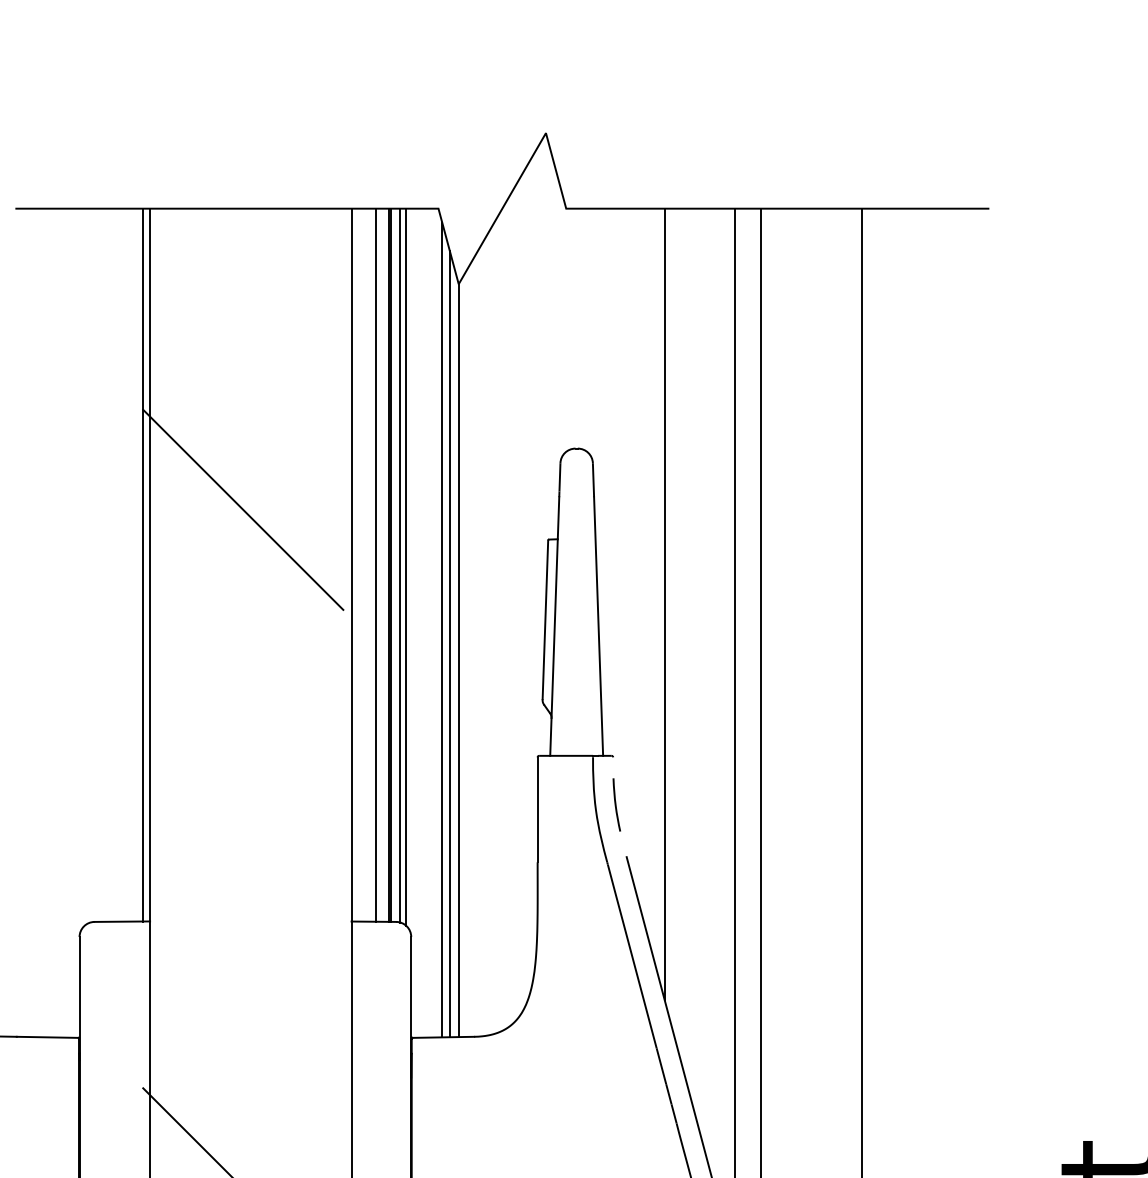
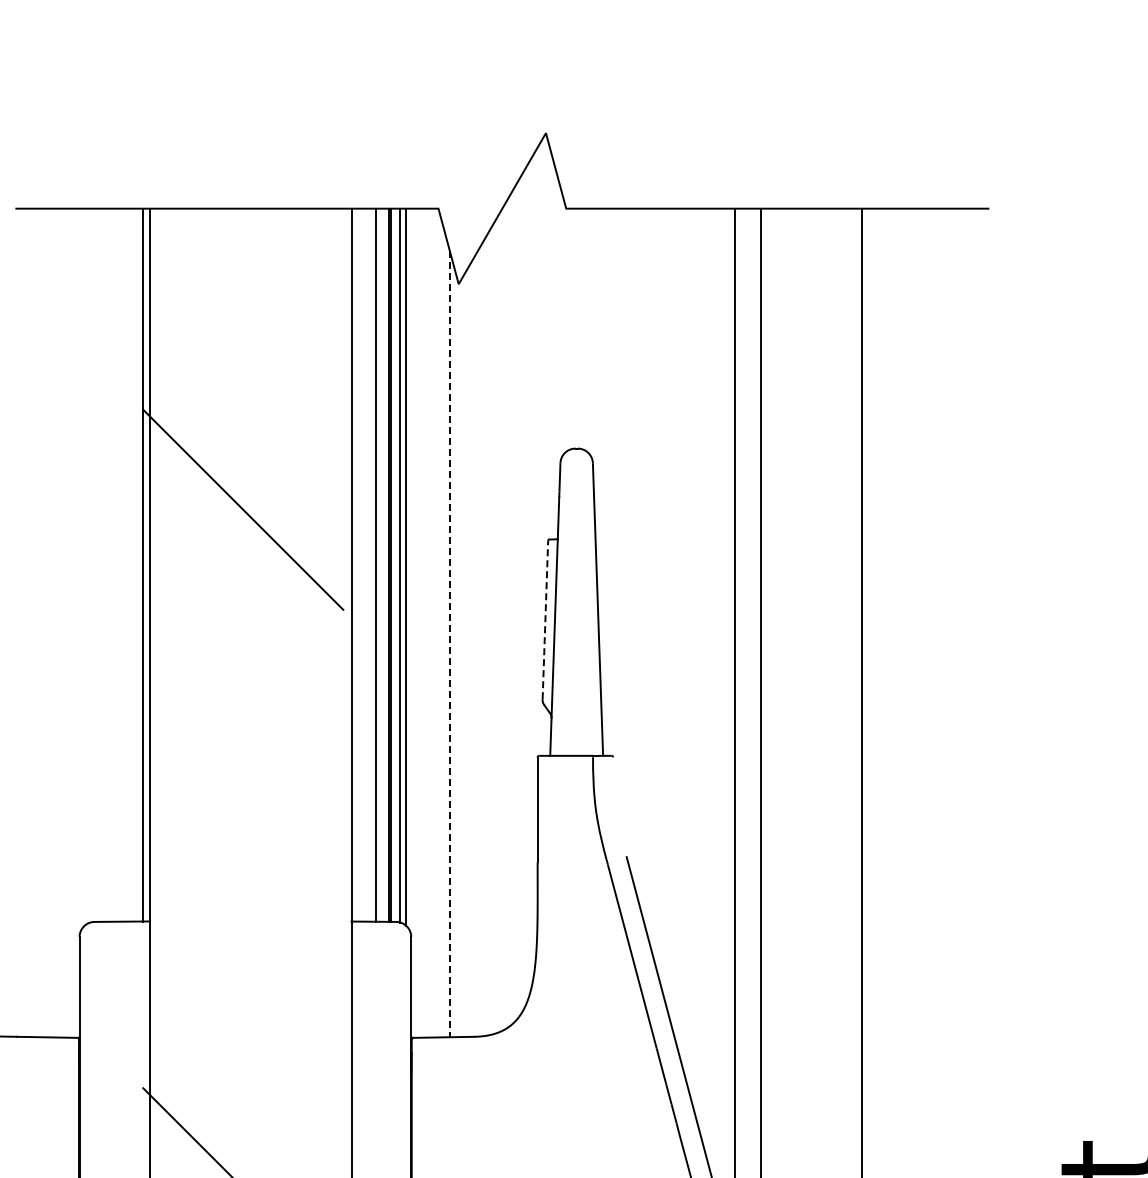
line at (664, 604): present -> none
line at (545, 619): solid -> dashed
line at (442, 629): present -> none
line at (449, 644): solid -> dashed
line at (459, 660): present -> none
curve at (616, 804): present -> none
